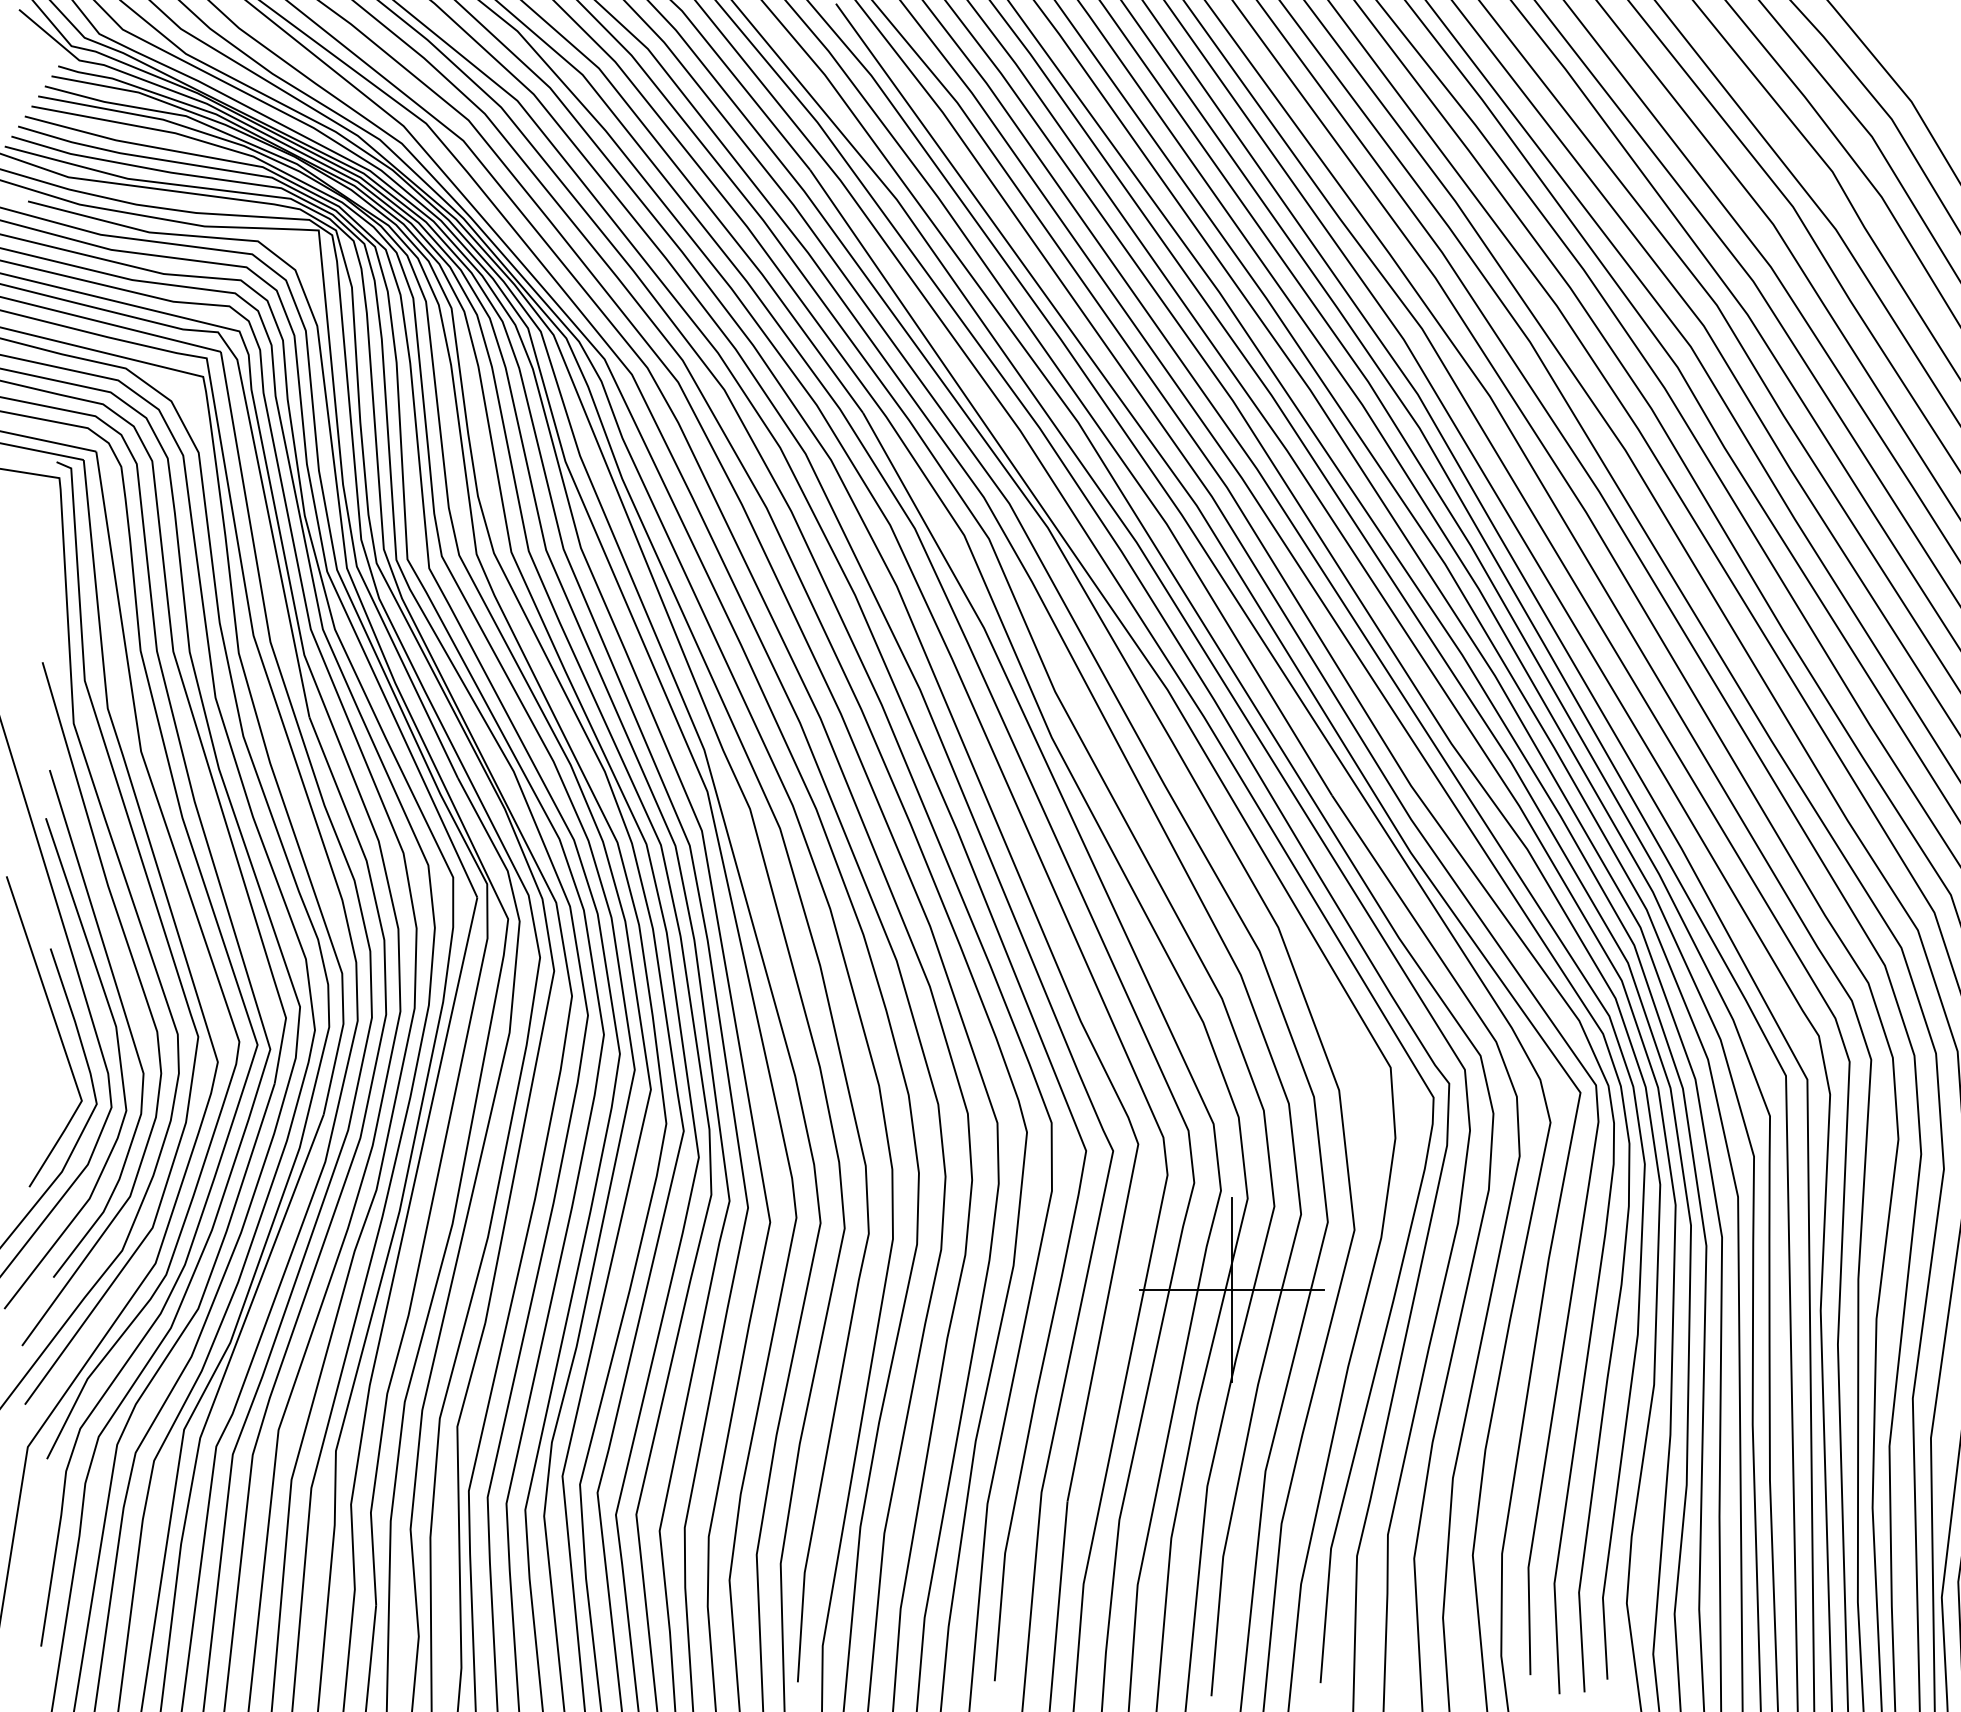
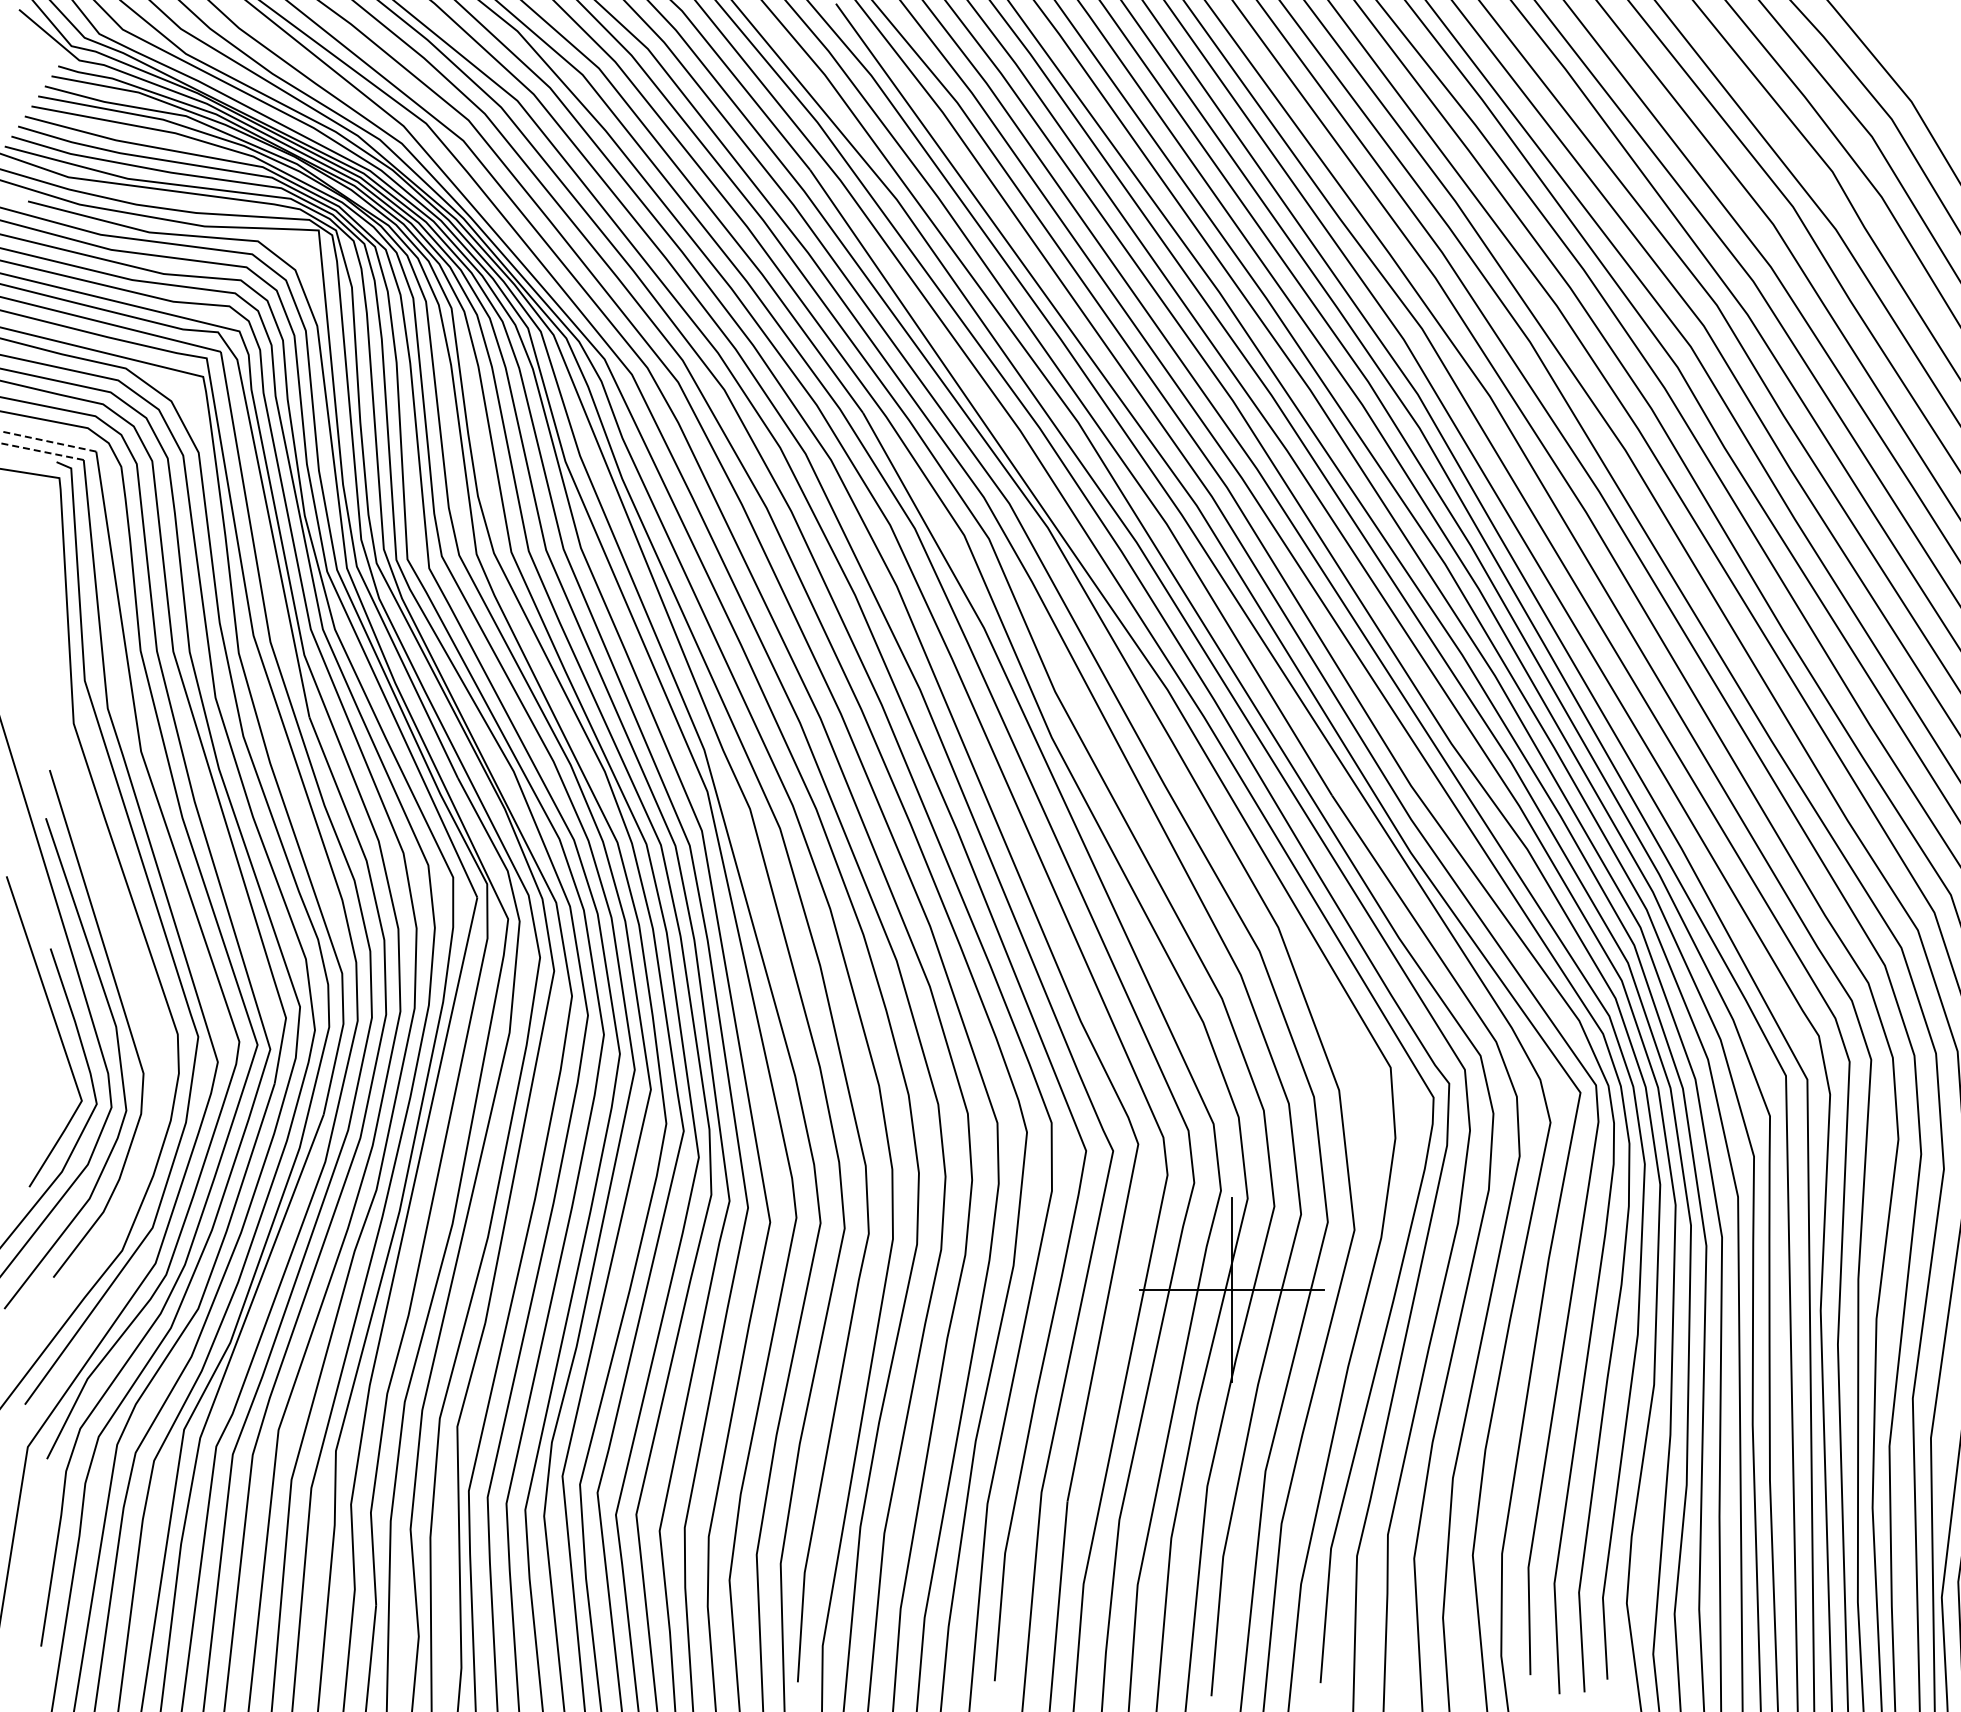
line at (48, 441): solid -> dashed
line at (41, 451): solid -> dashed
curve at (141, 988): present -> none
